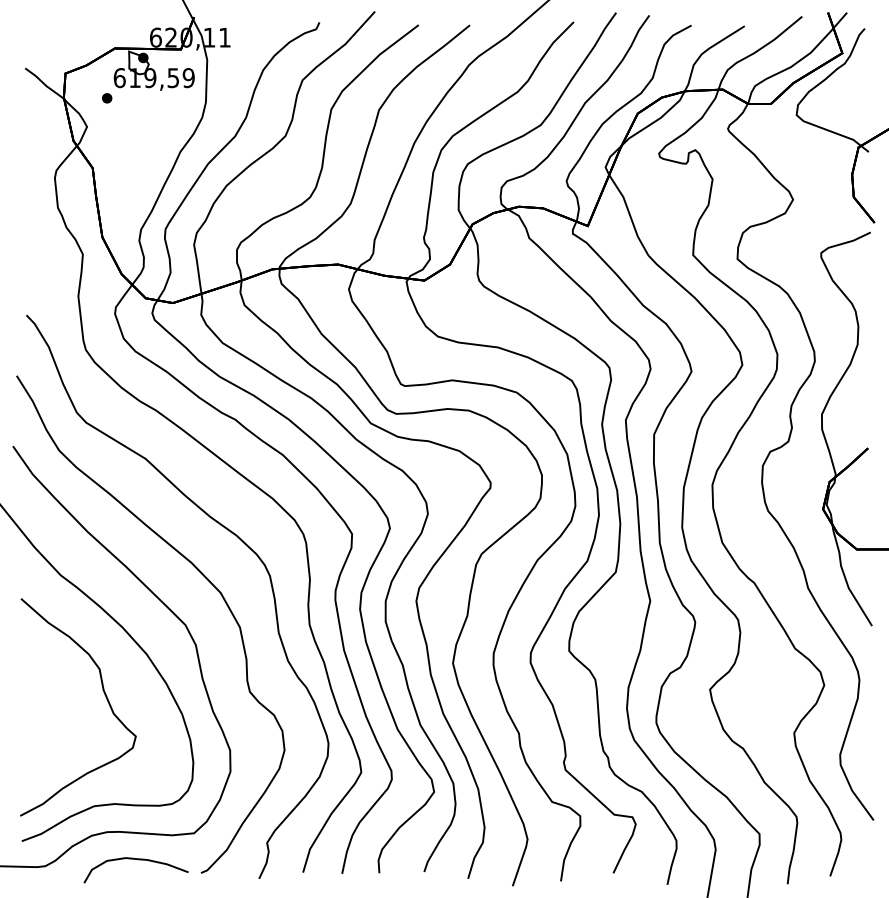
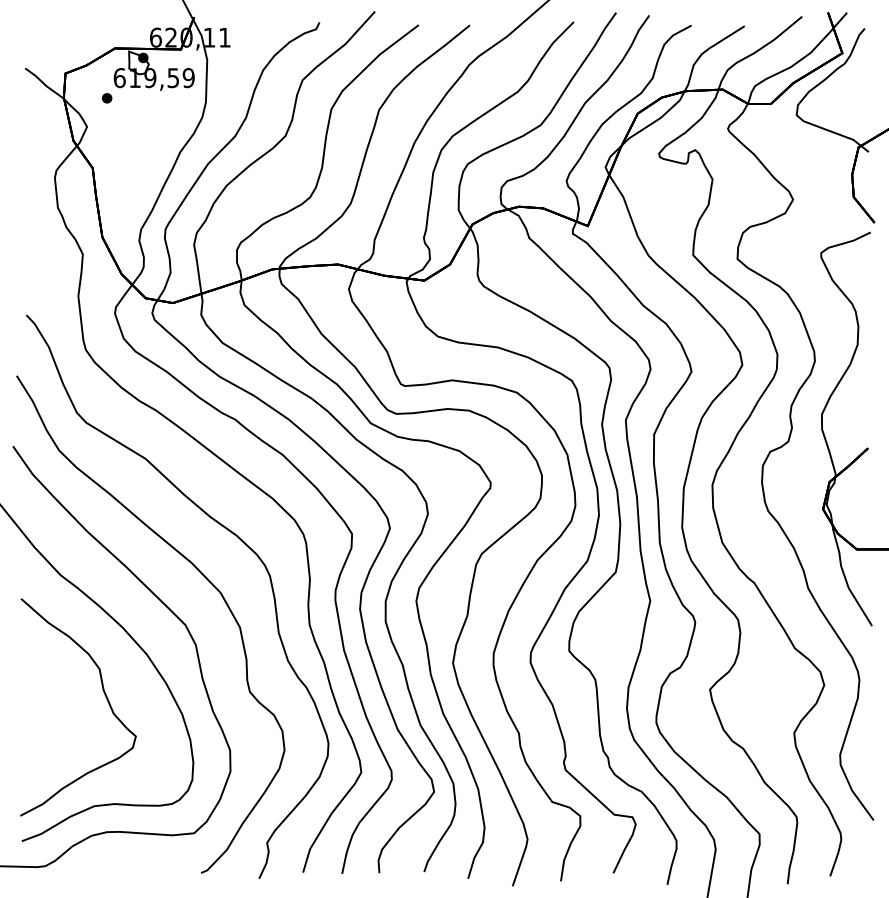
curve at (137, 860): present -> none
